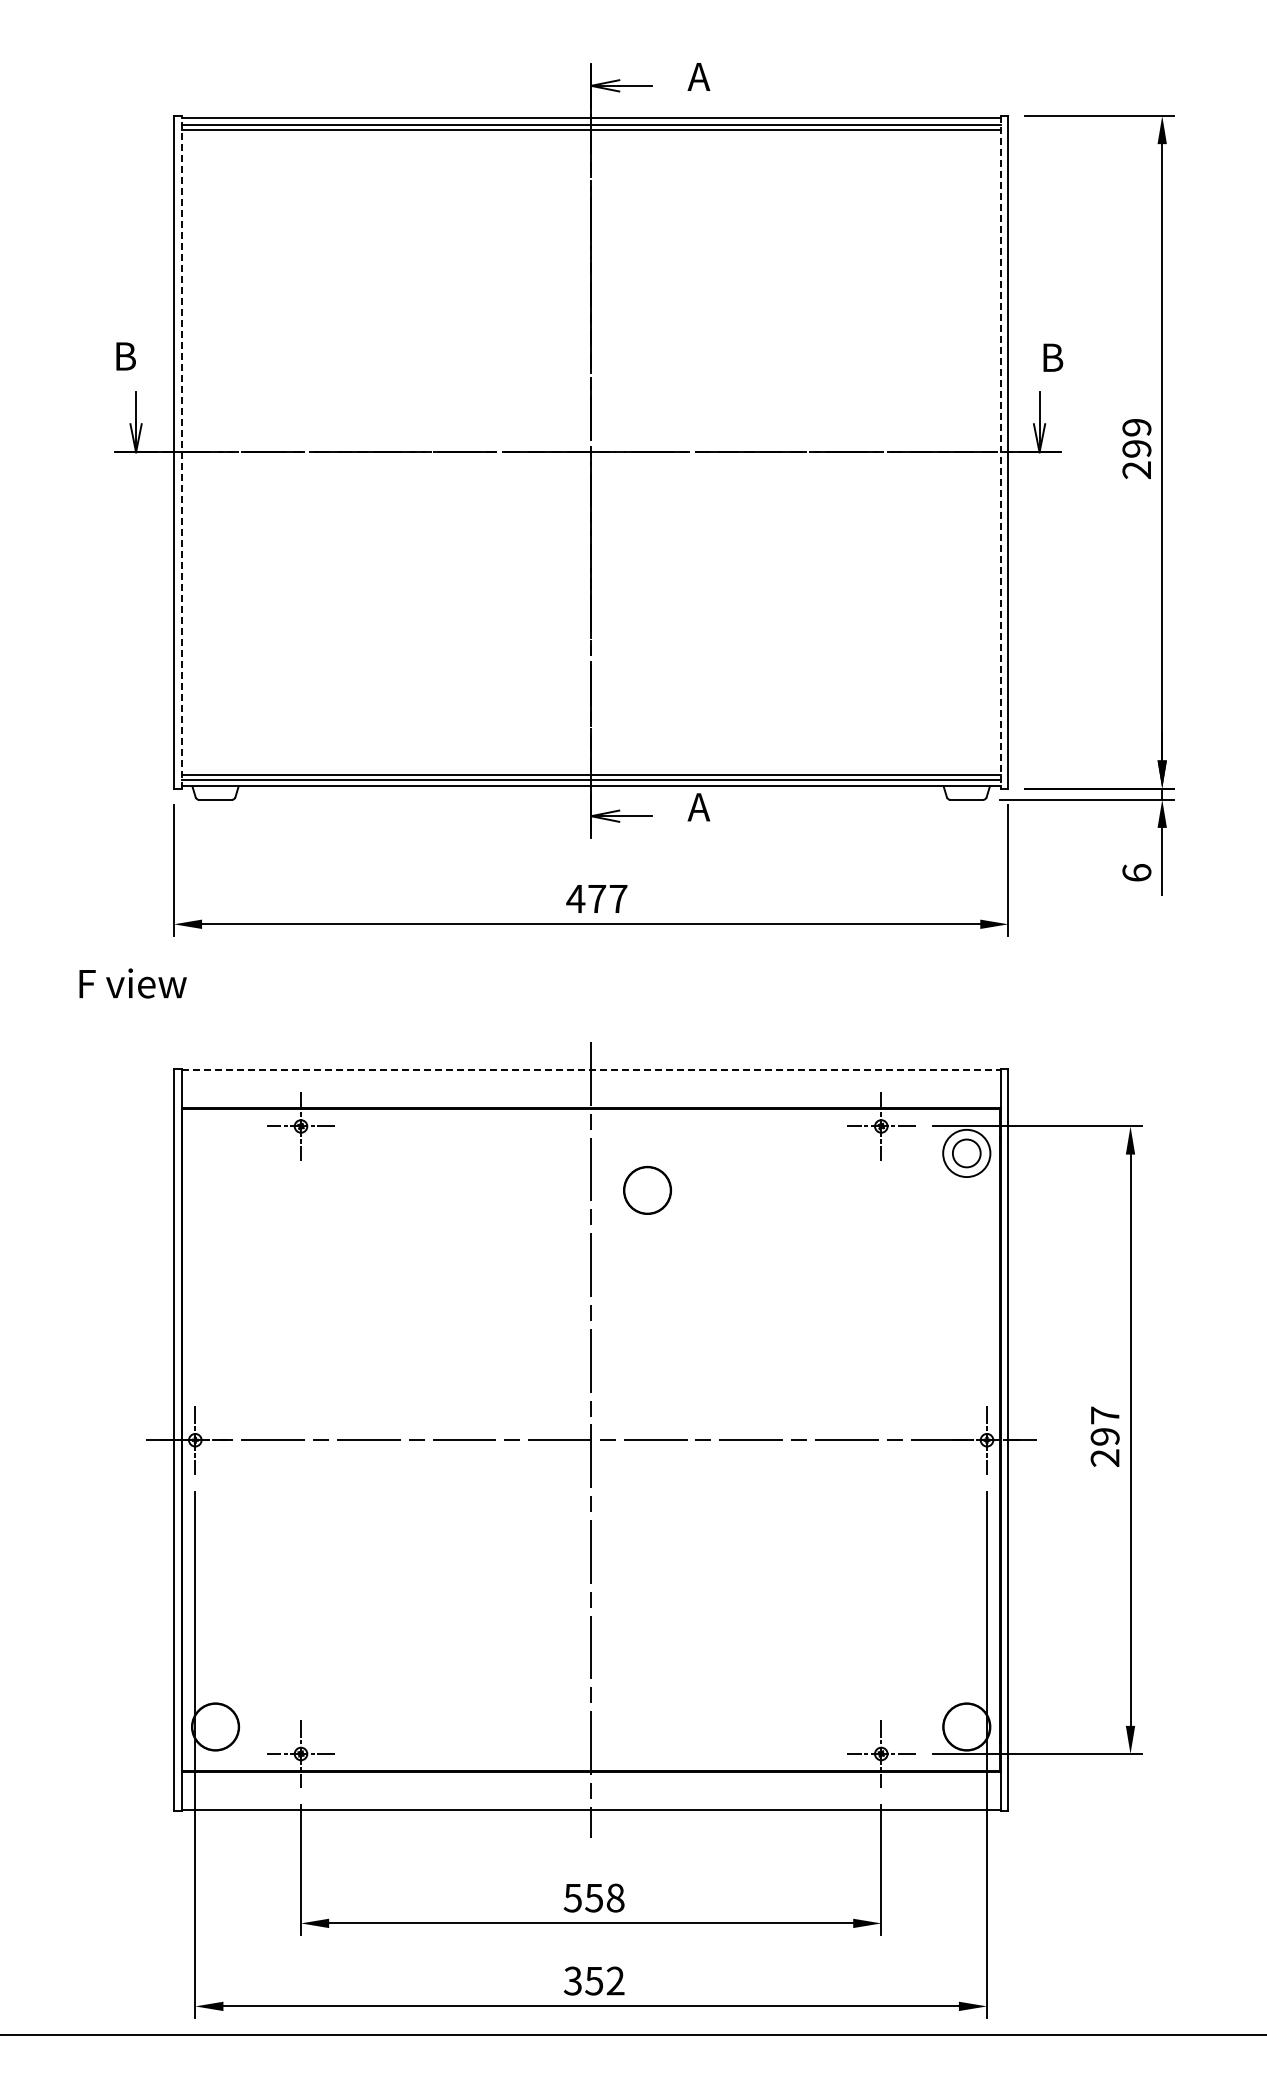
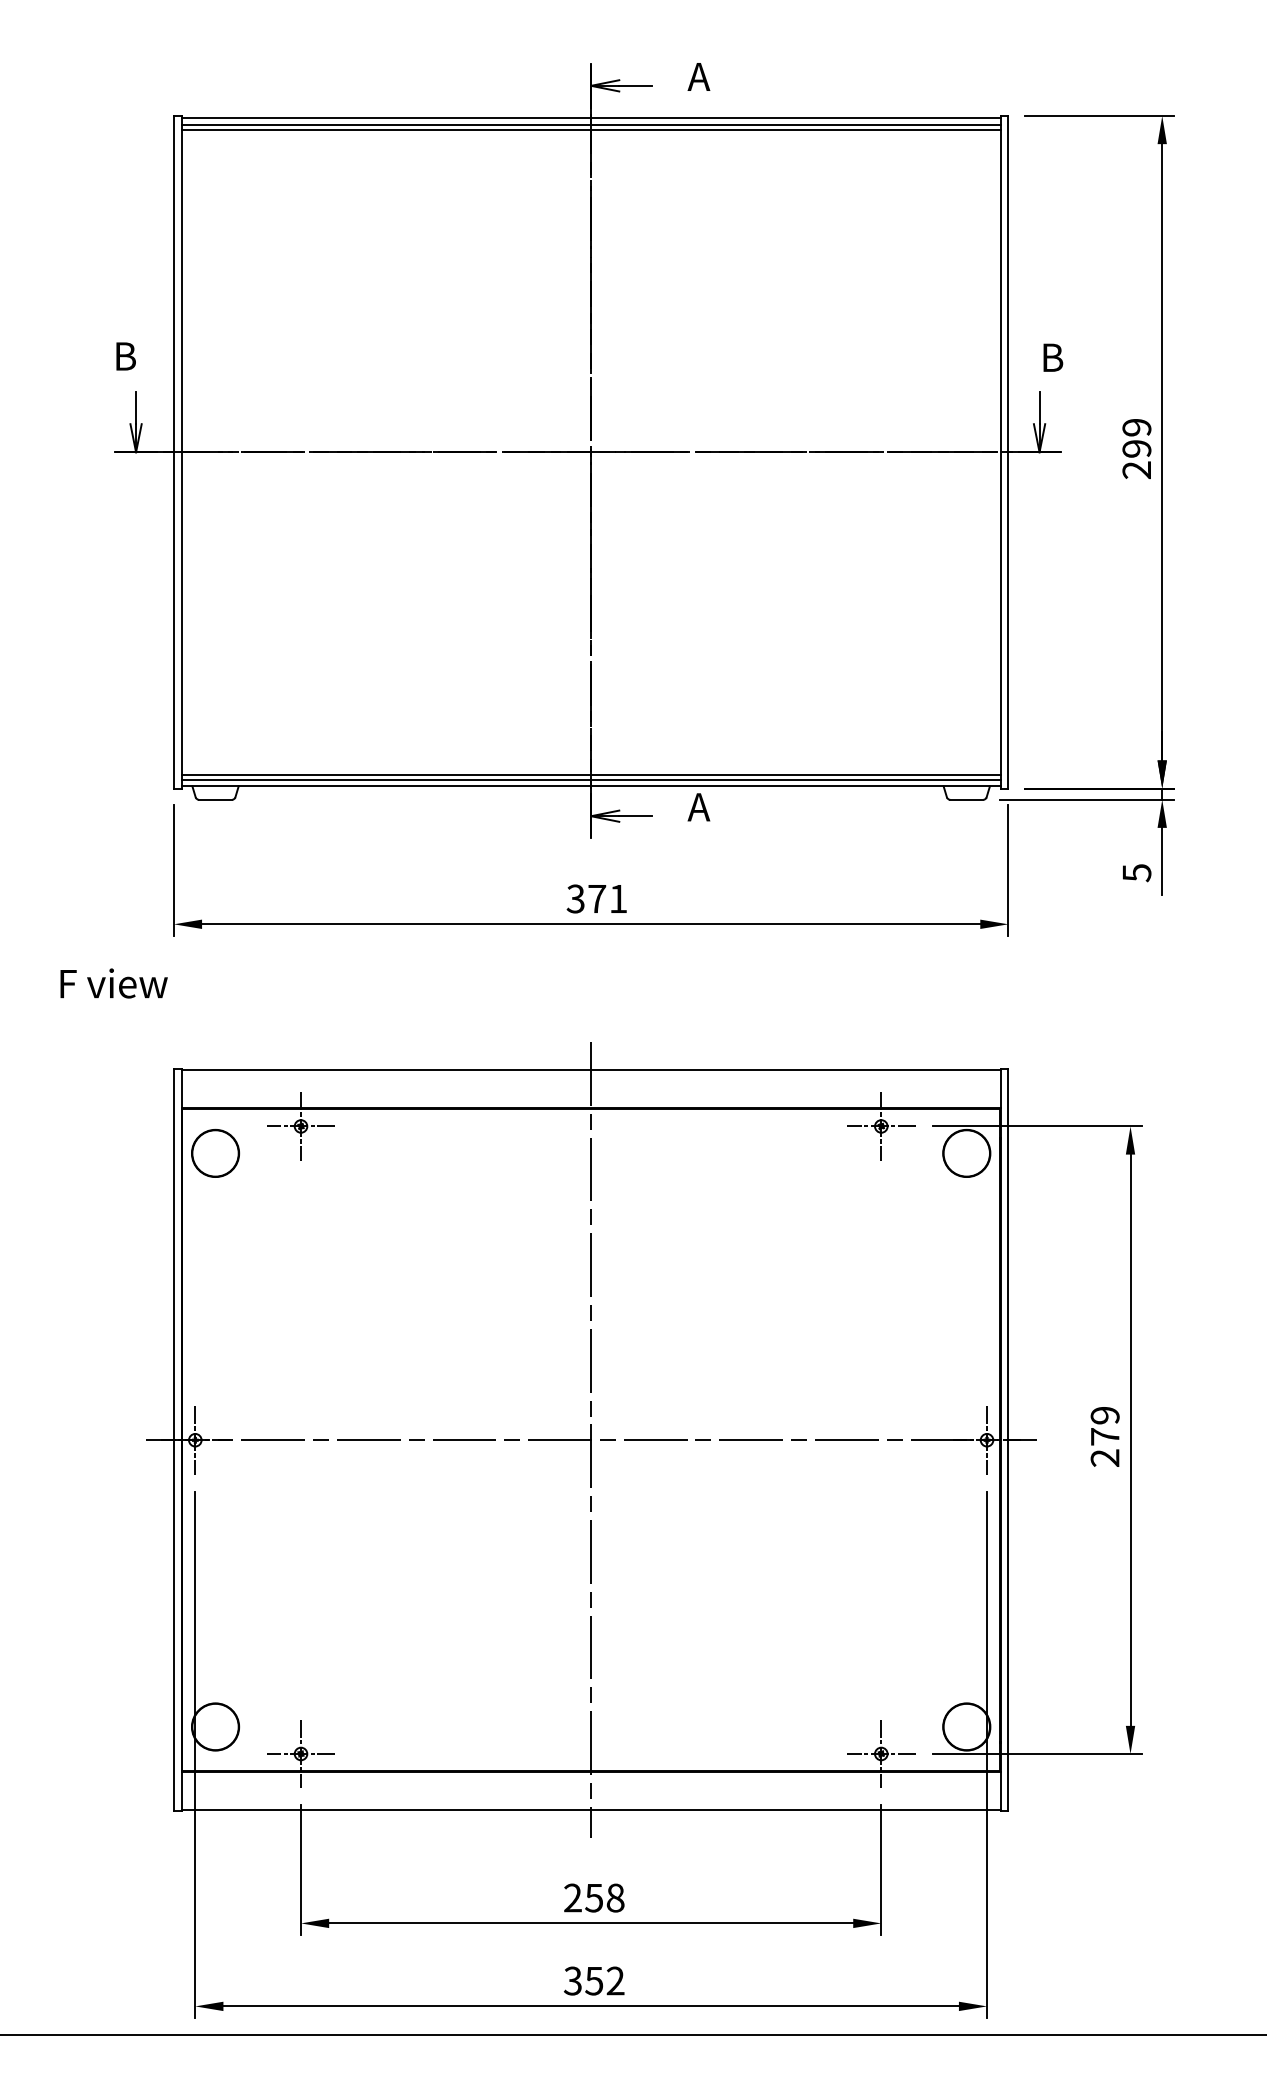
line at (181, 451): dashed -> solid
line at (1000, 452): dashed -> solid
text at (1136, 873): 6 -> 5
text at (596, 898): 477 -> 371
text at (132, 983) position: (132, 983) -> (113, 983)
line at (591, 1070): dashed -> solid
circle at (966, 1153) diameter: 28 px -> 46 px
circle at (647, 1190) position: (647, 1190) -> (215, 1153)
text at (1104, 1425): 297 -> 279
text at (572, 1897): 558 -> 258
